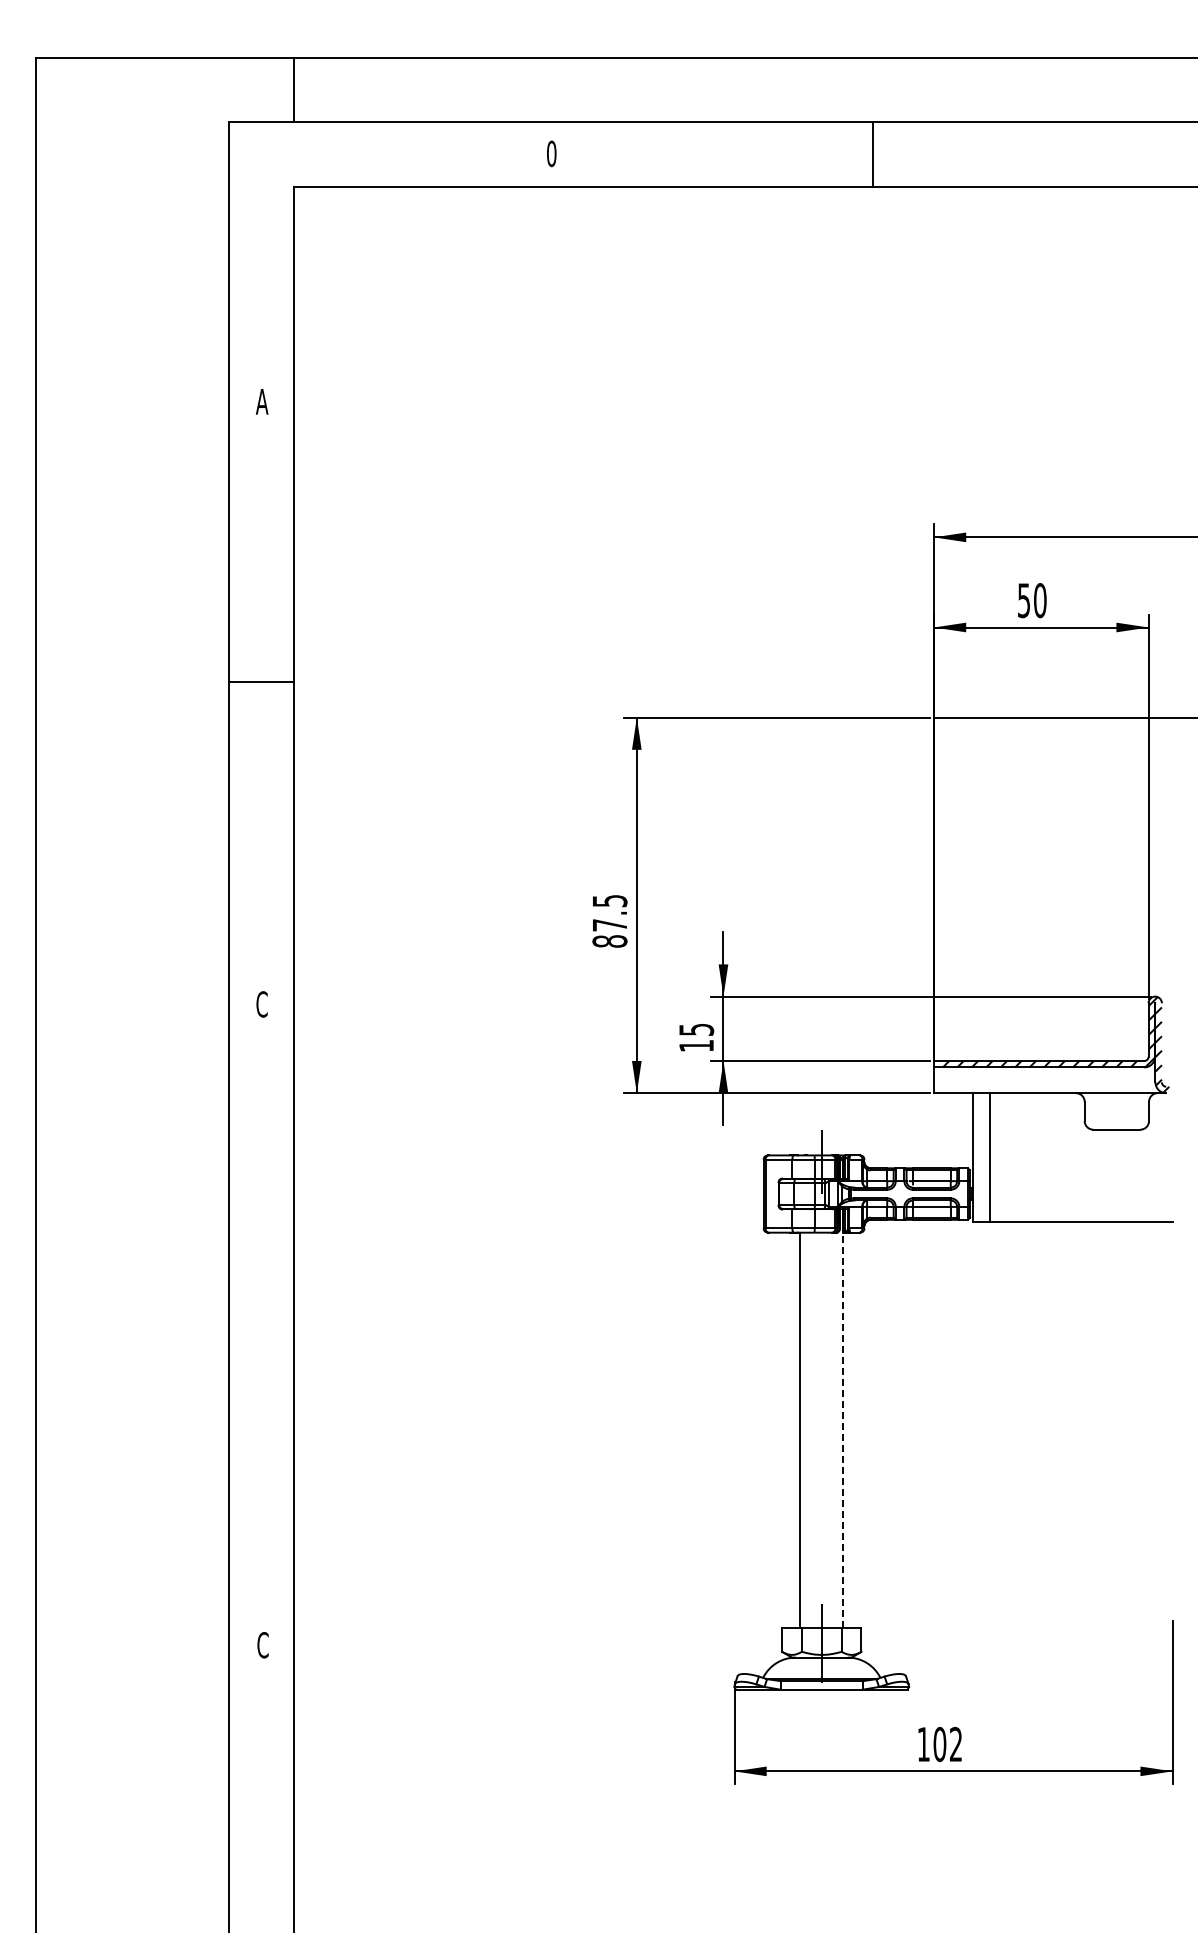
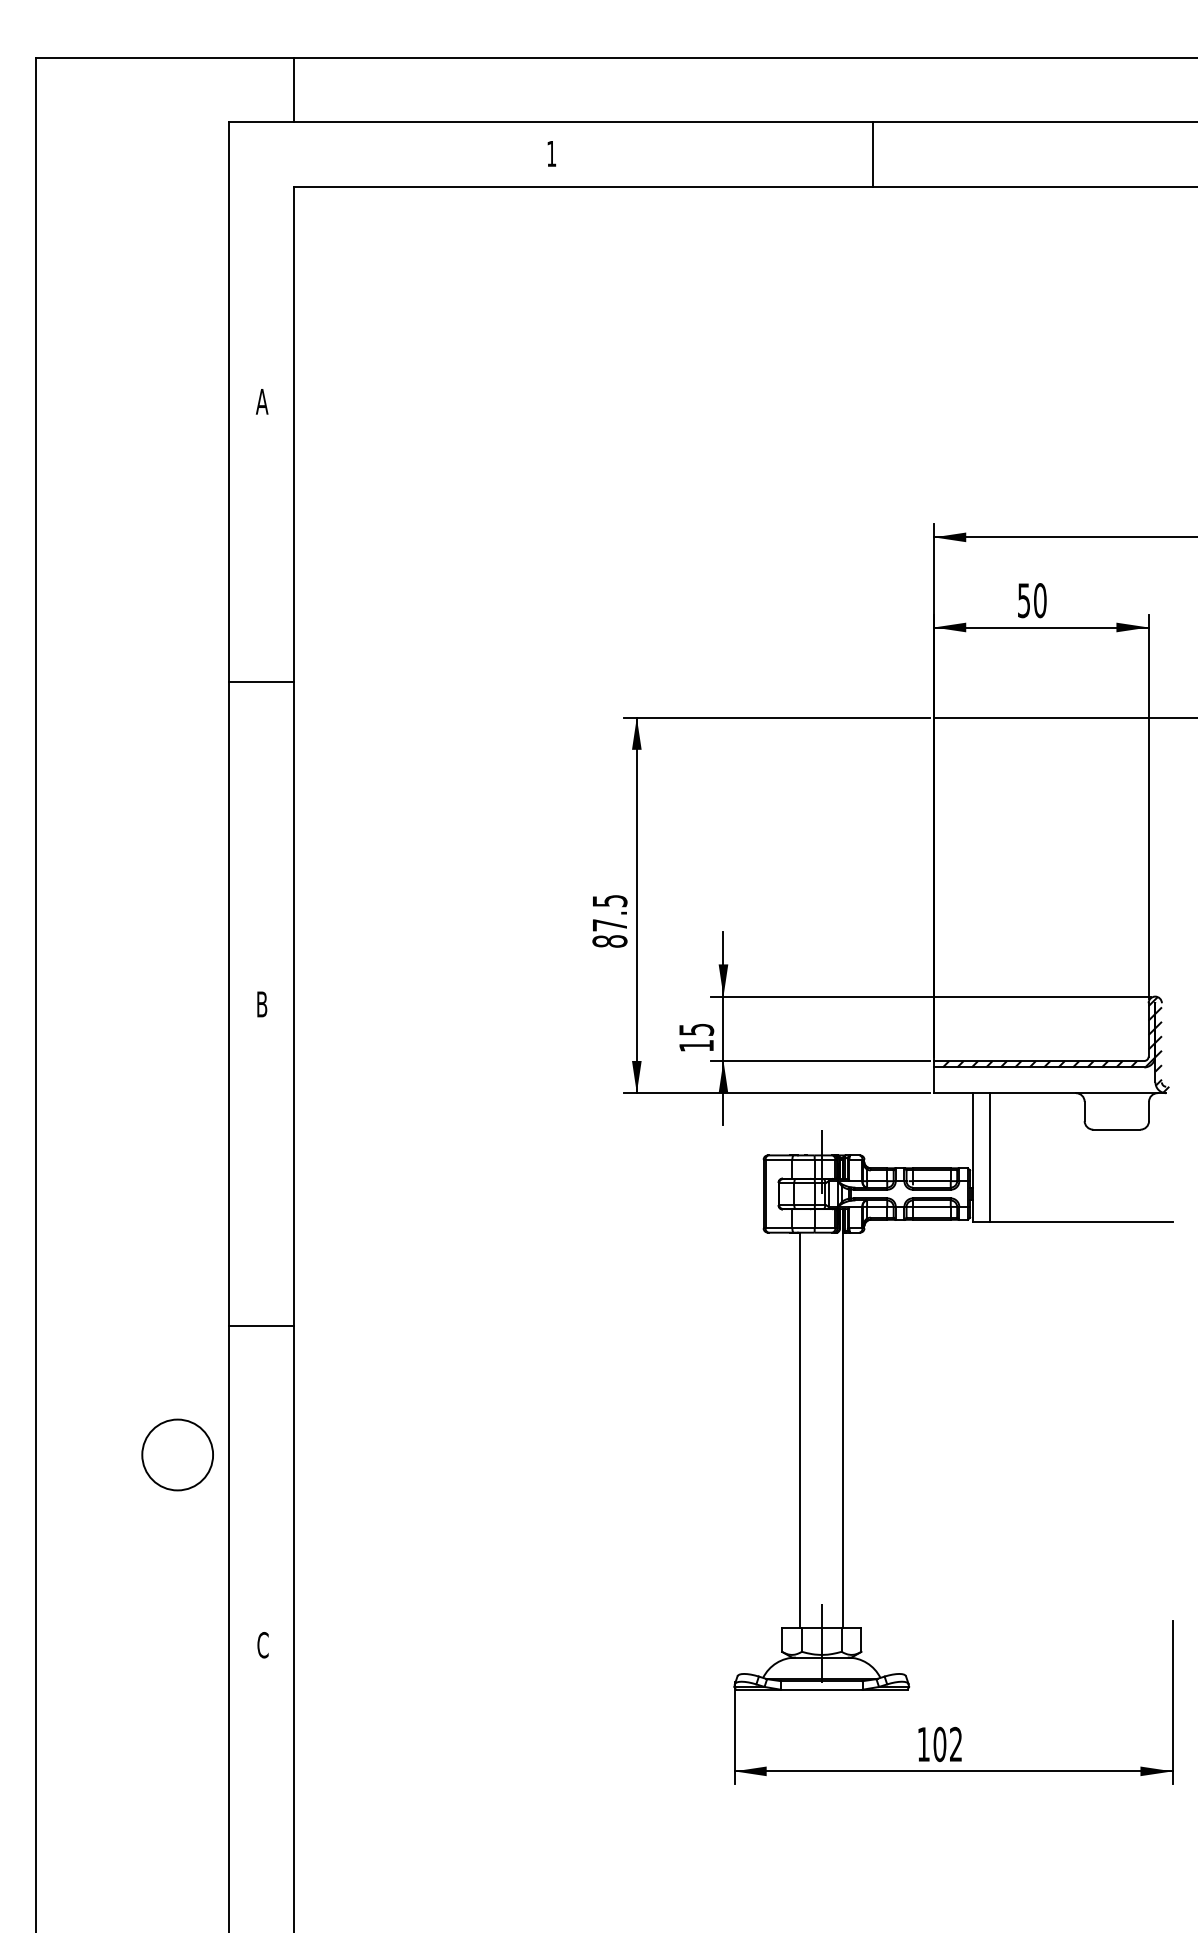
text at (551, 153): 0 -> 1
text at (261, 1004): C -> B
line at (261, 1326): none -> present
line at (843, 1428): dashed -> solid
circle at (177, 1454): none -> present
